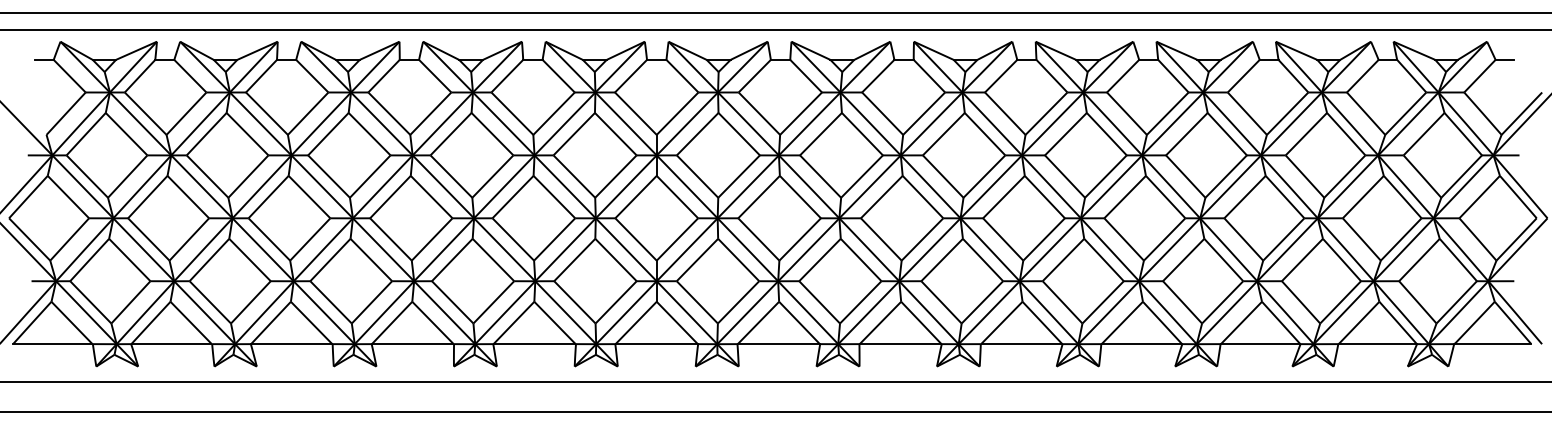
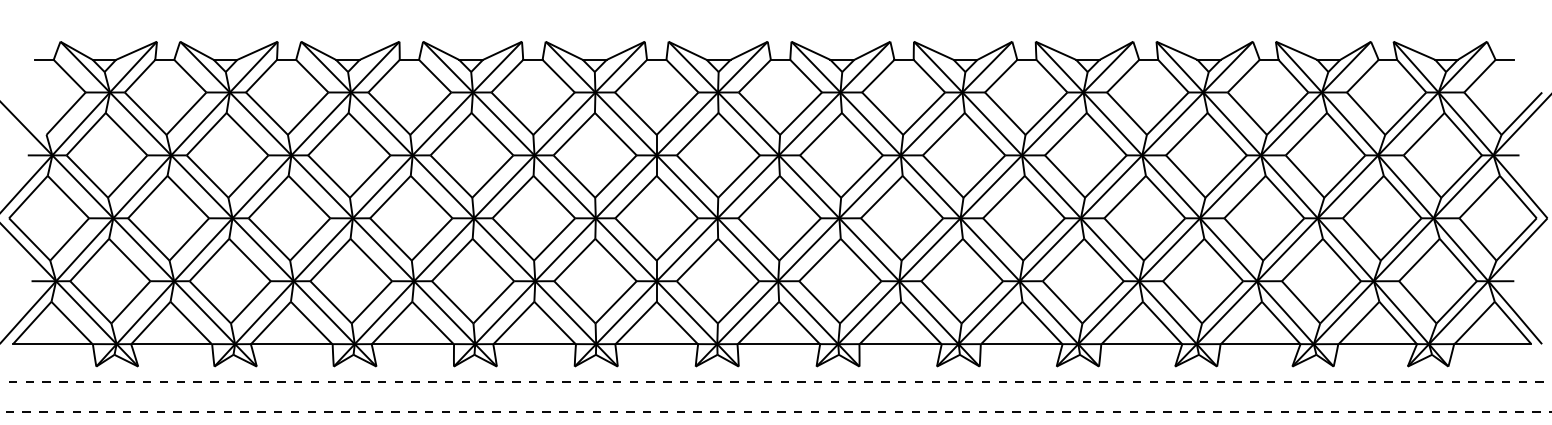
line at (775, 12): present -> none
line at (775, 29): present -> none
line at (775, 381): solid -> dashed
line at (775, 412): solid -> dashed
